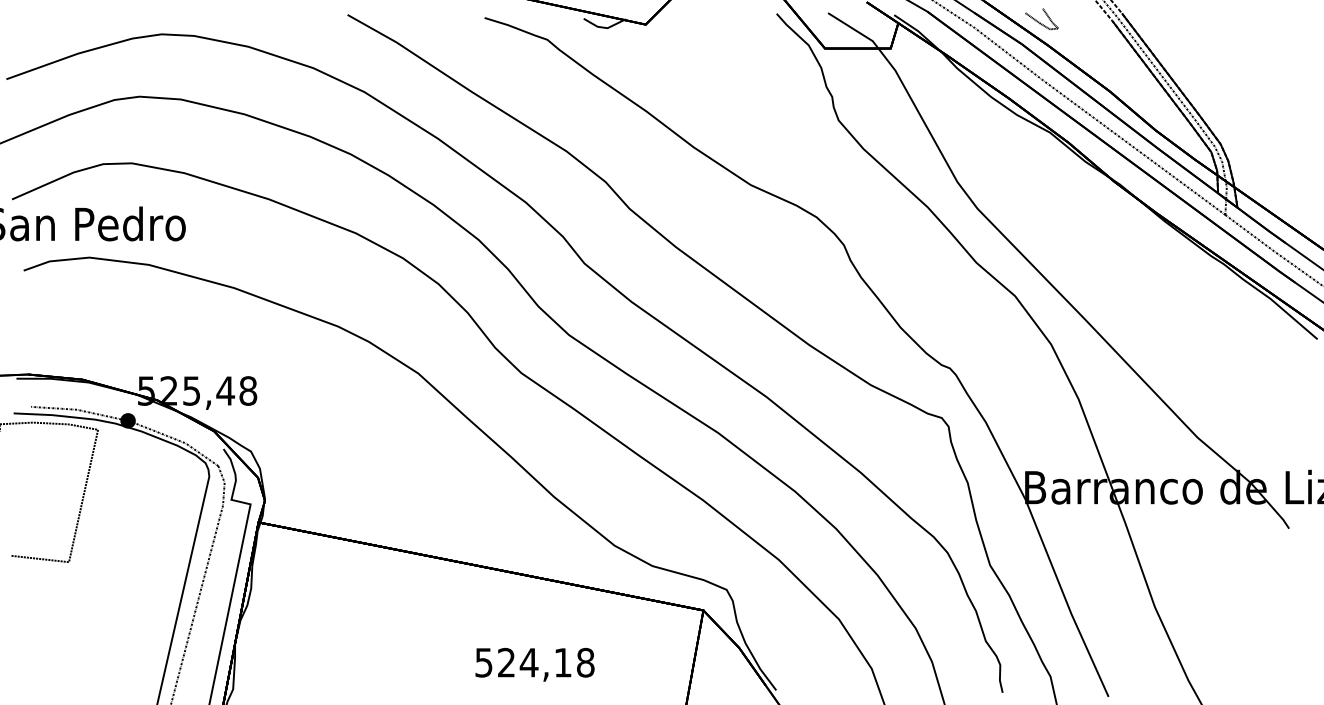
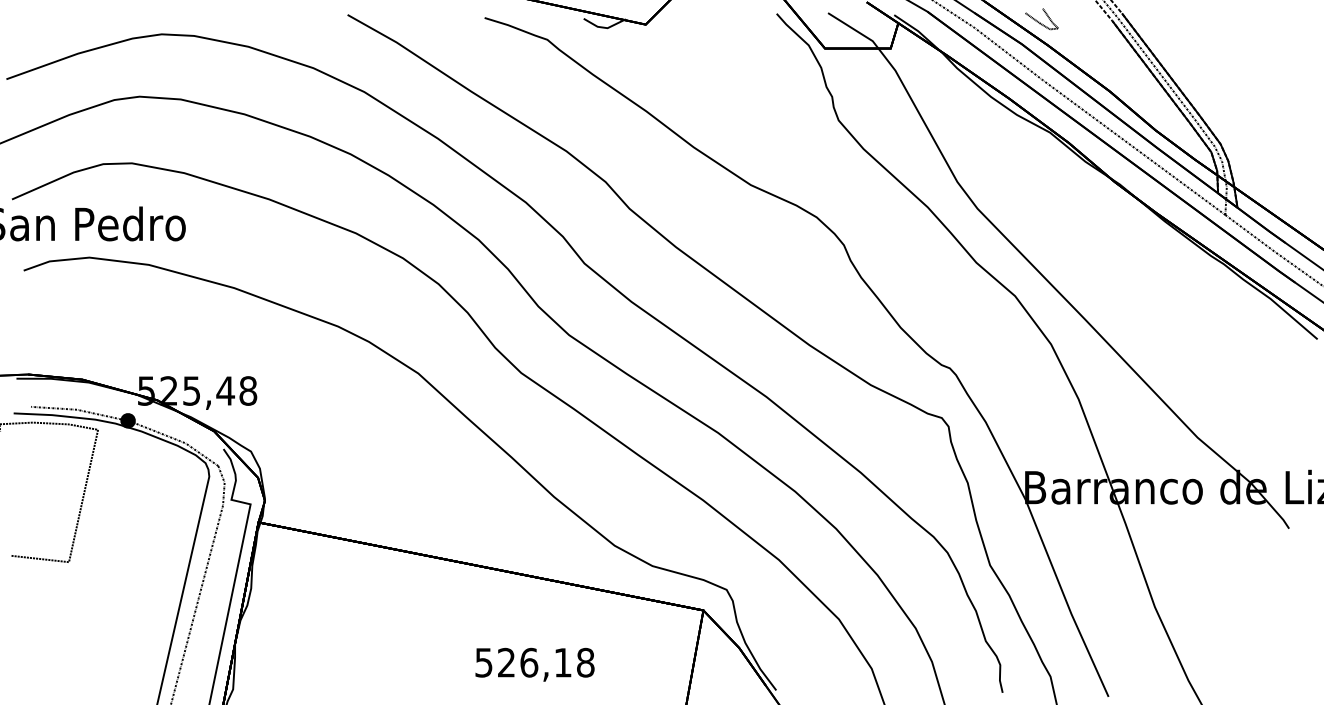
text at (528, 662): 524,18 -> 526,18
